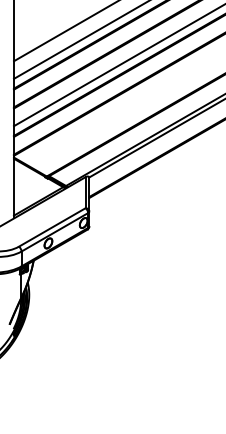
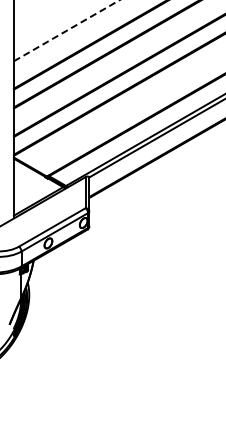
line at (66, 30): solid -> dashed
line at (80, 40): present -> none
line at (118, 65): present -> none
